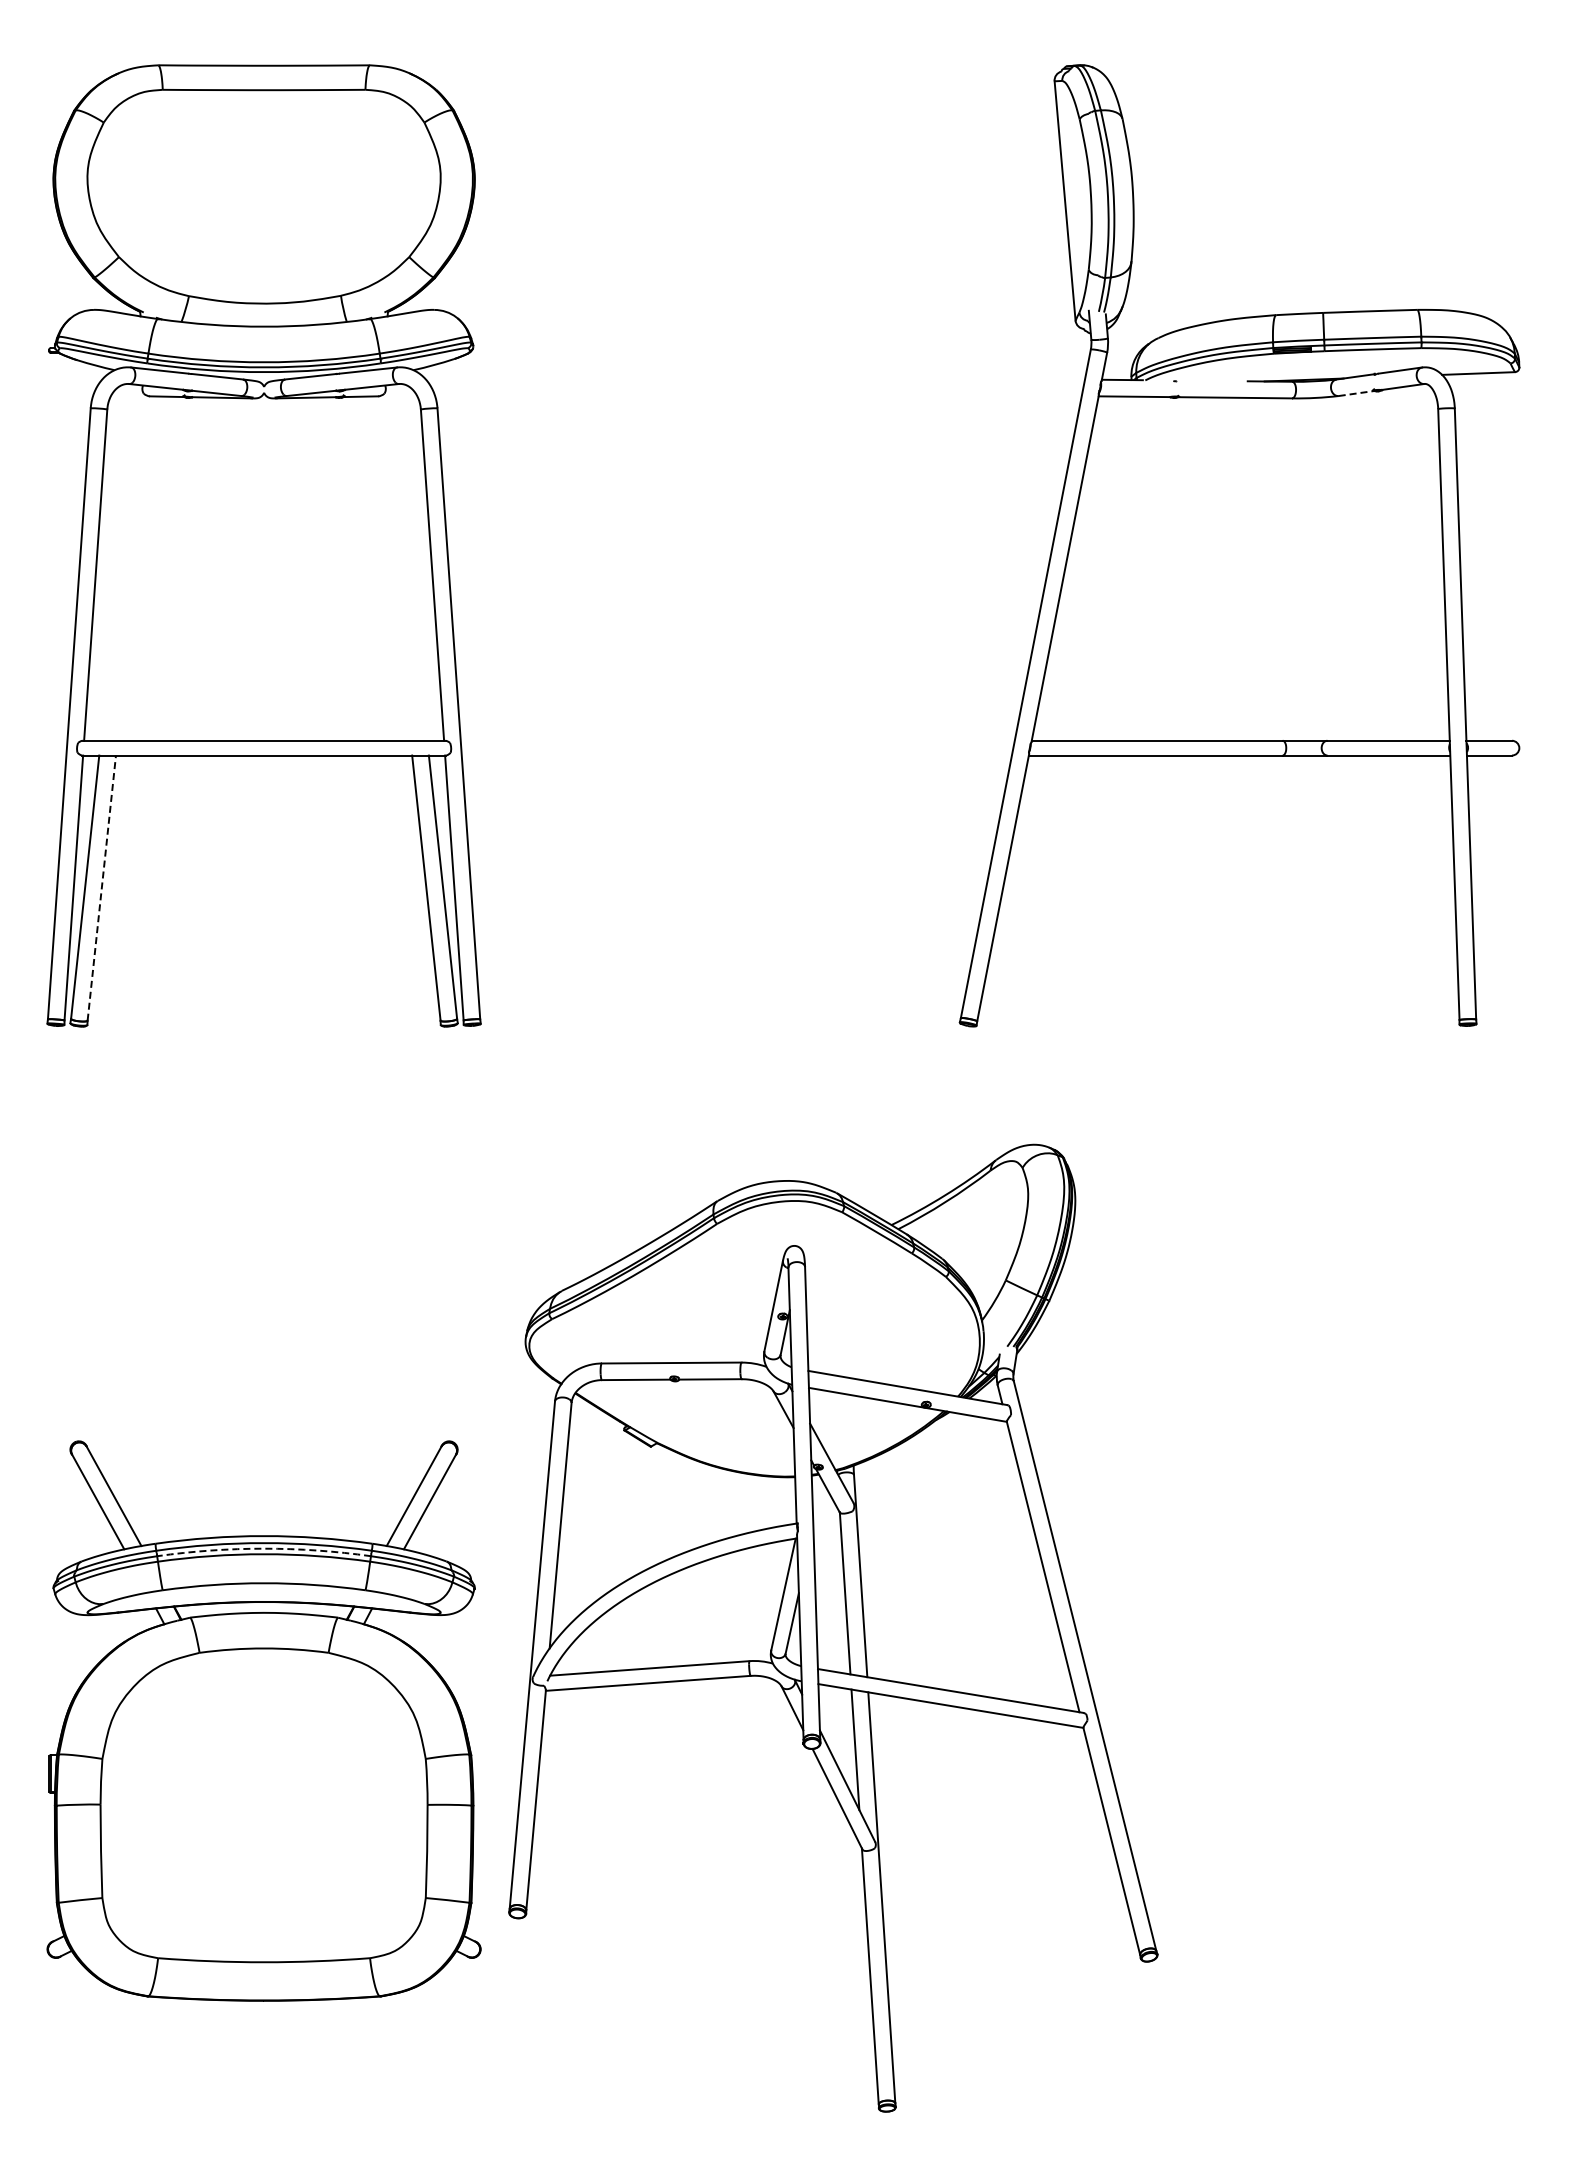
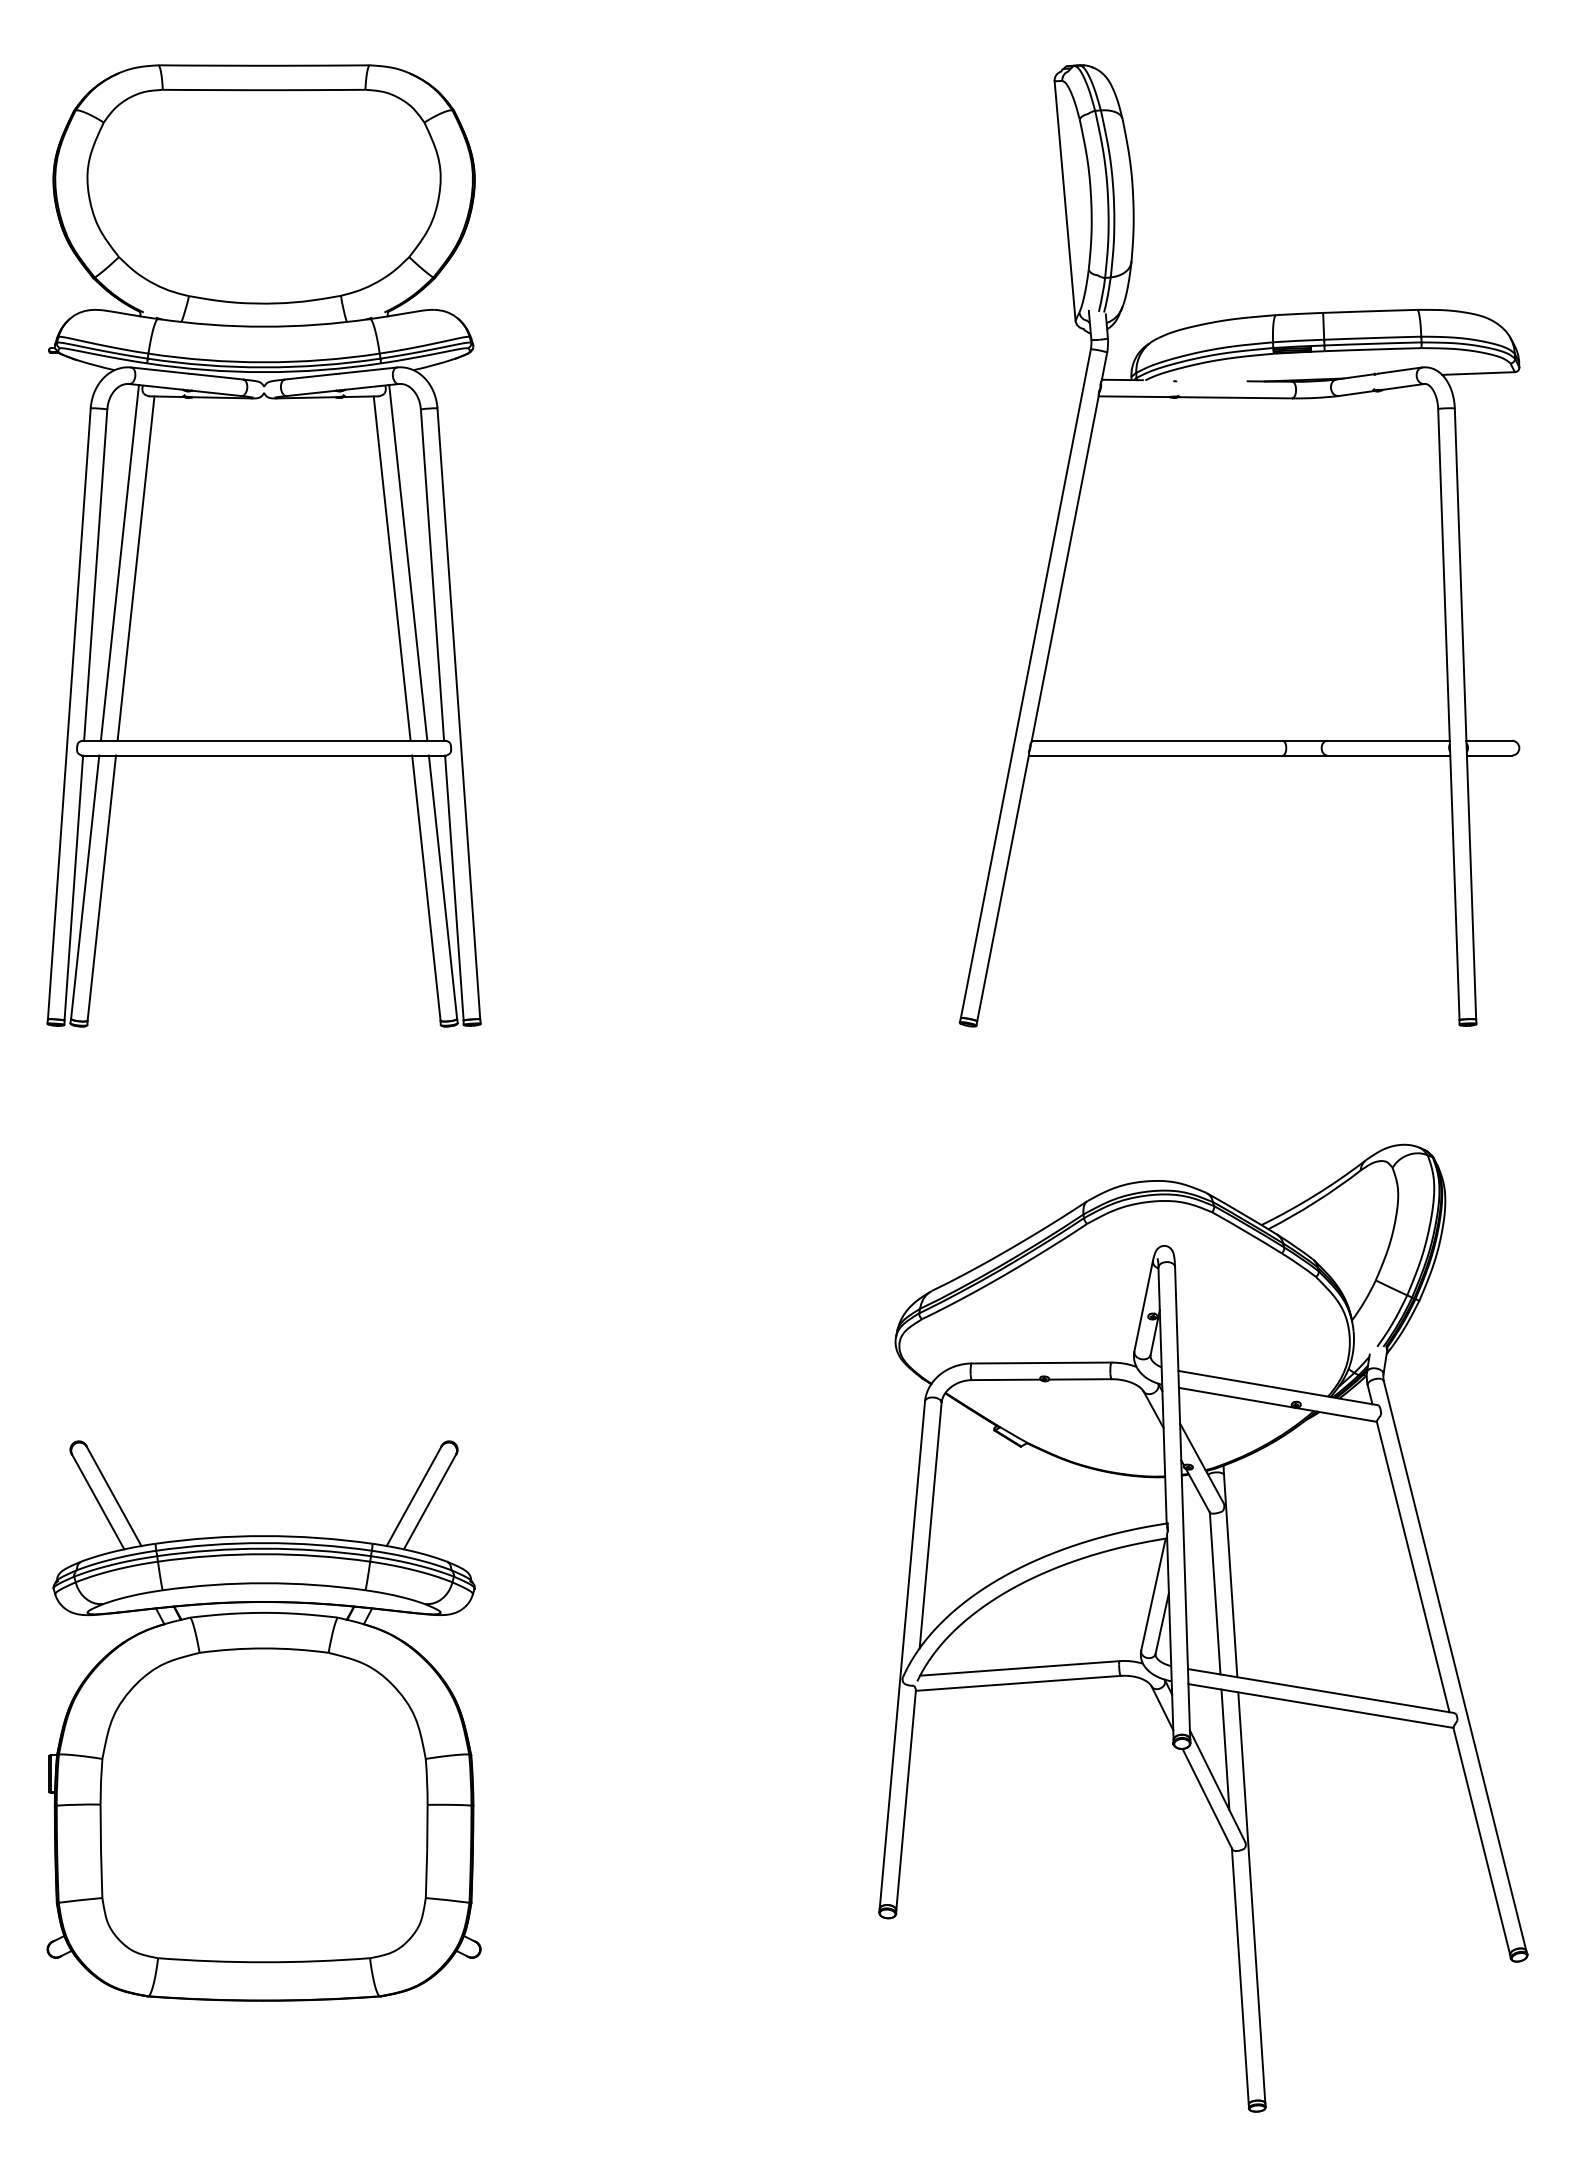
line at (1357, 393): dashed -> solid
line at (119, 562): none -> present
line at (408, 562): none -> present
line at (135, 568): none -> present
line at (391, 568): none -> present
line at (101, 887): dashed -> solid
arc at (264, 1548): dashed -> solid
part at (833, 1627) position: (833, 1627) -> (1203, 1627)
